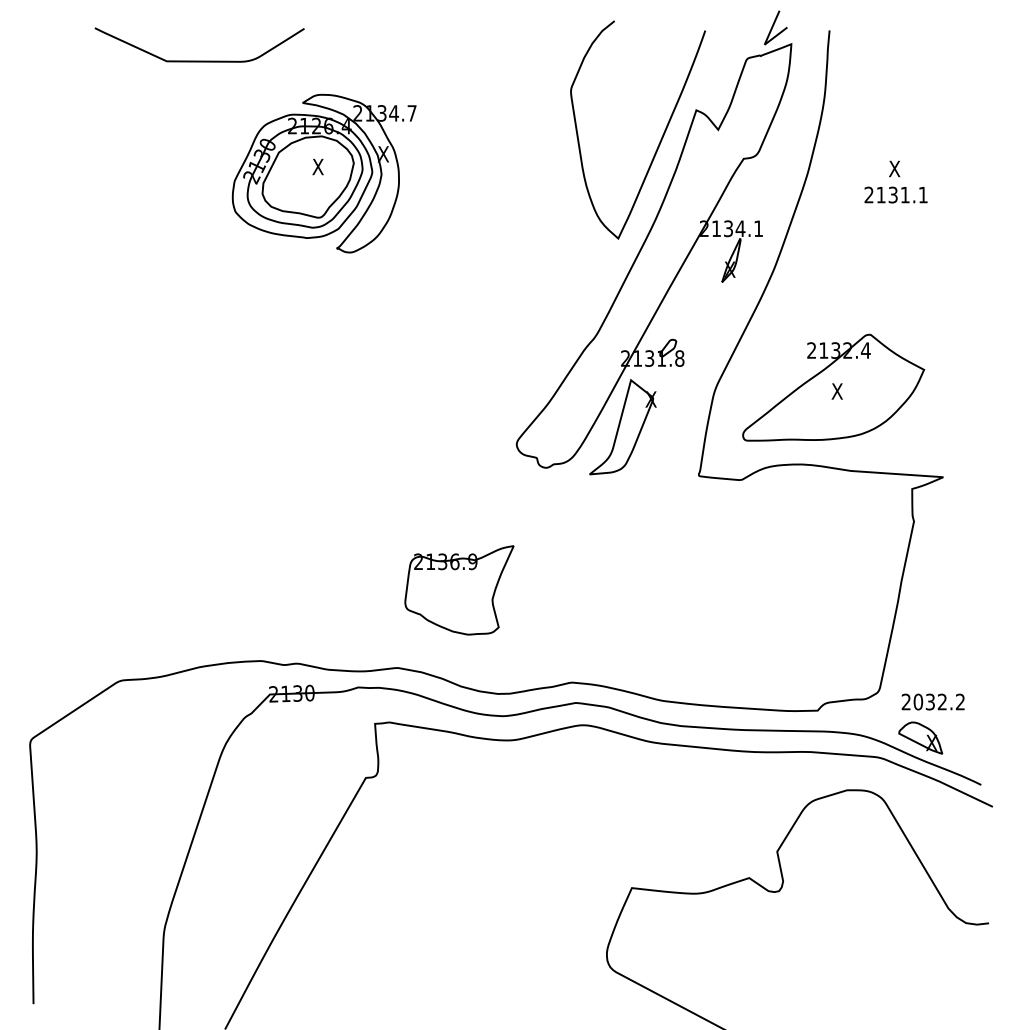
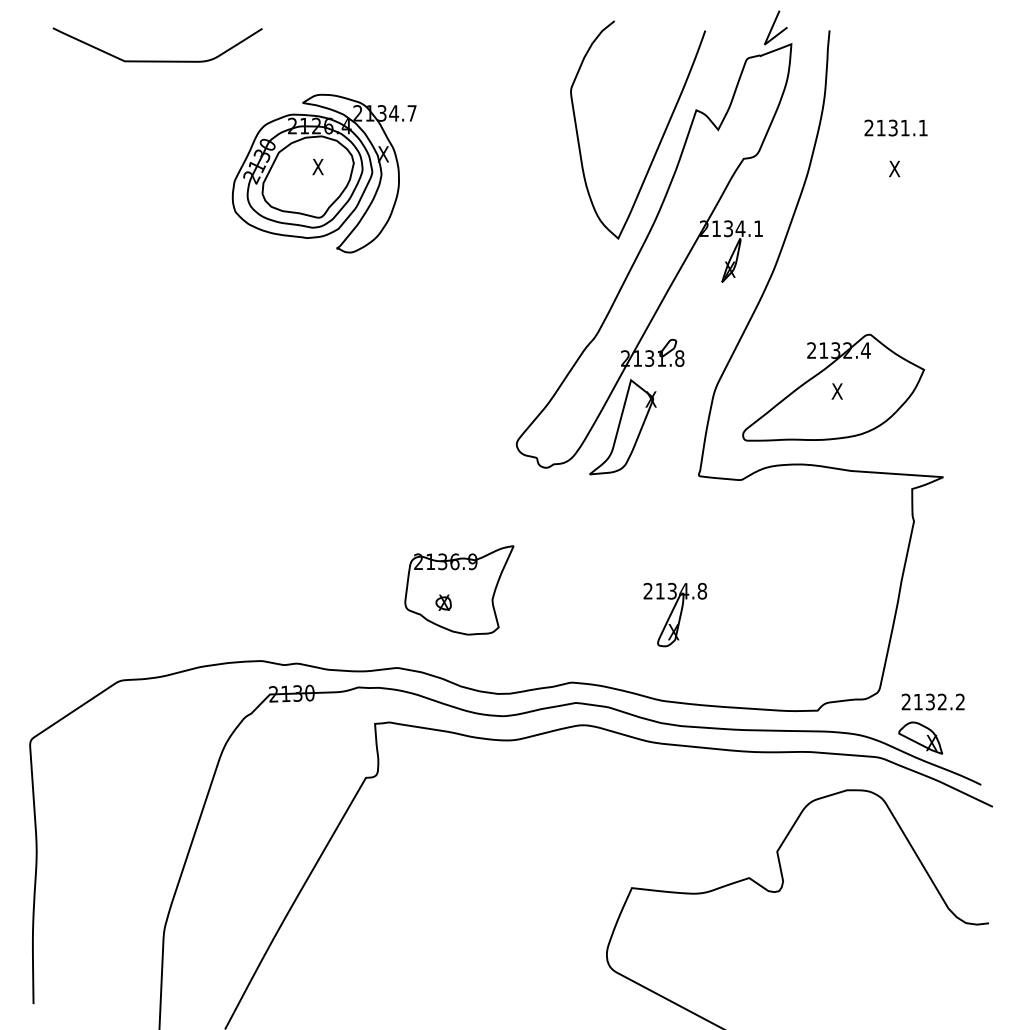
curve at (199, 60) position: (199, 60) -> (157, 60)
text at (895, 194) position: (895, 194) -> (895, 127)
part at (443, 602): none -> present
part at (674, 614): none -> present
text at (918, 701): 2032.2 -> 2132.2
